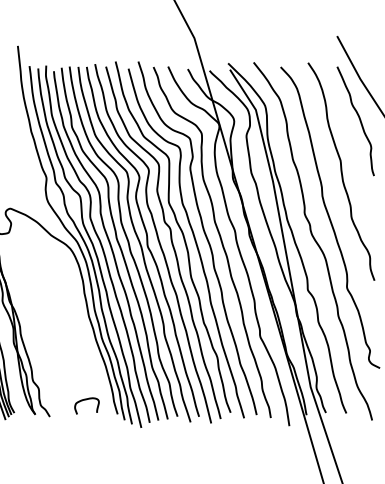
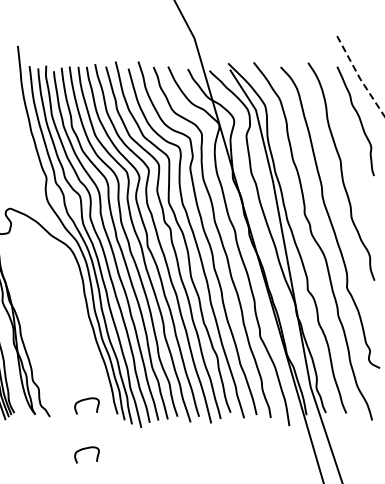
line at (359, 78): solid -> dashed
curve at (86, 449): none -> present
